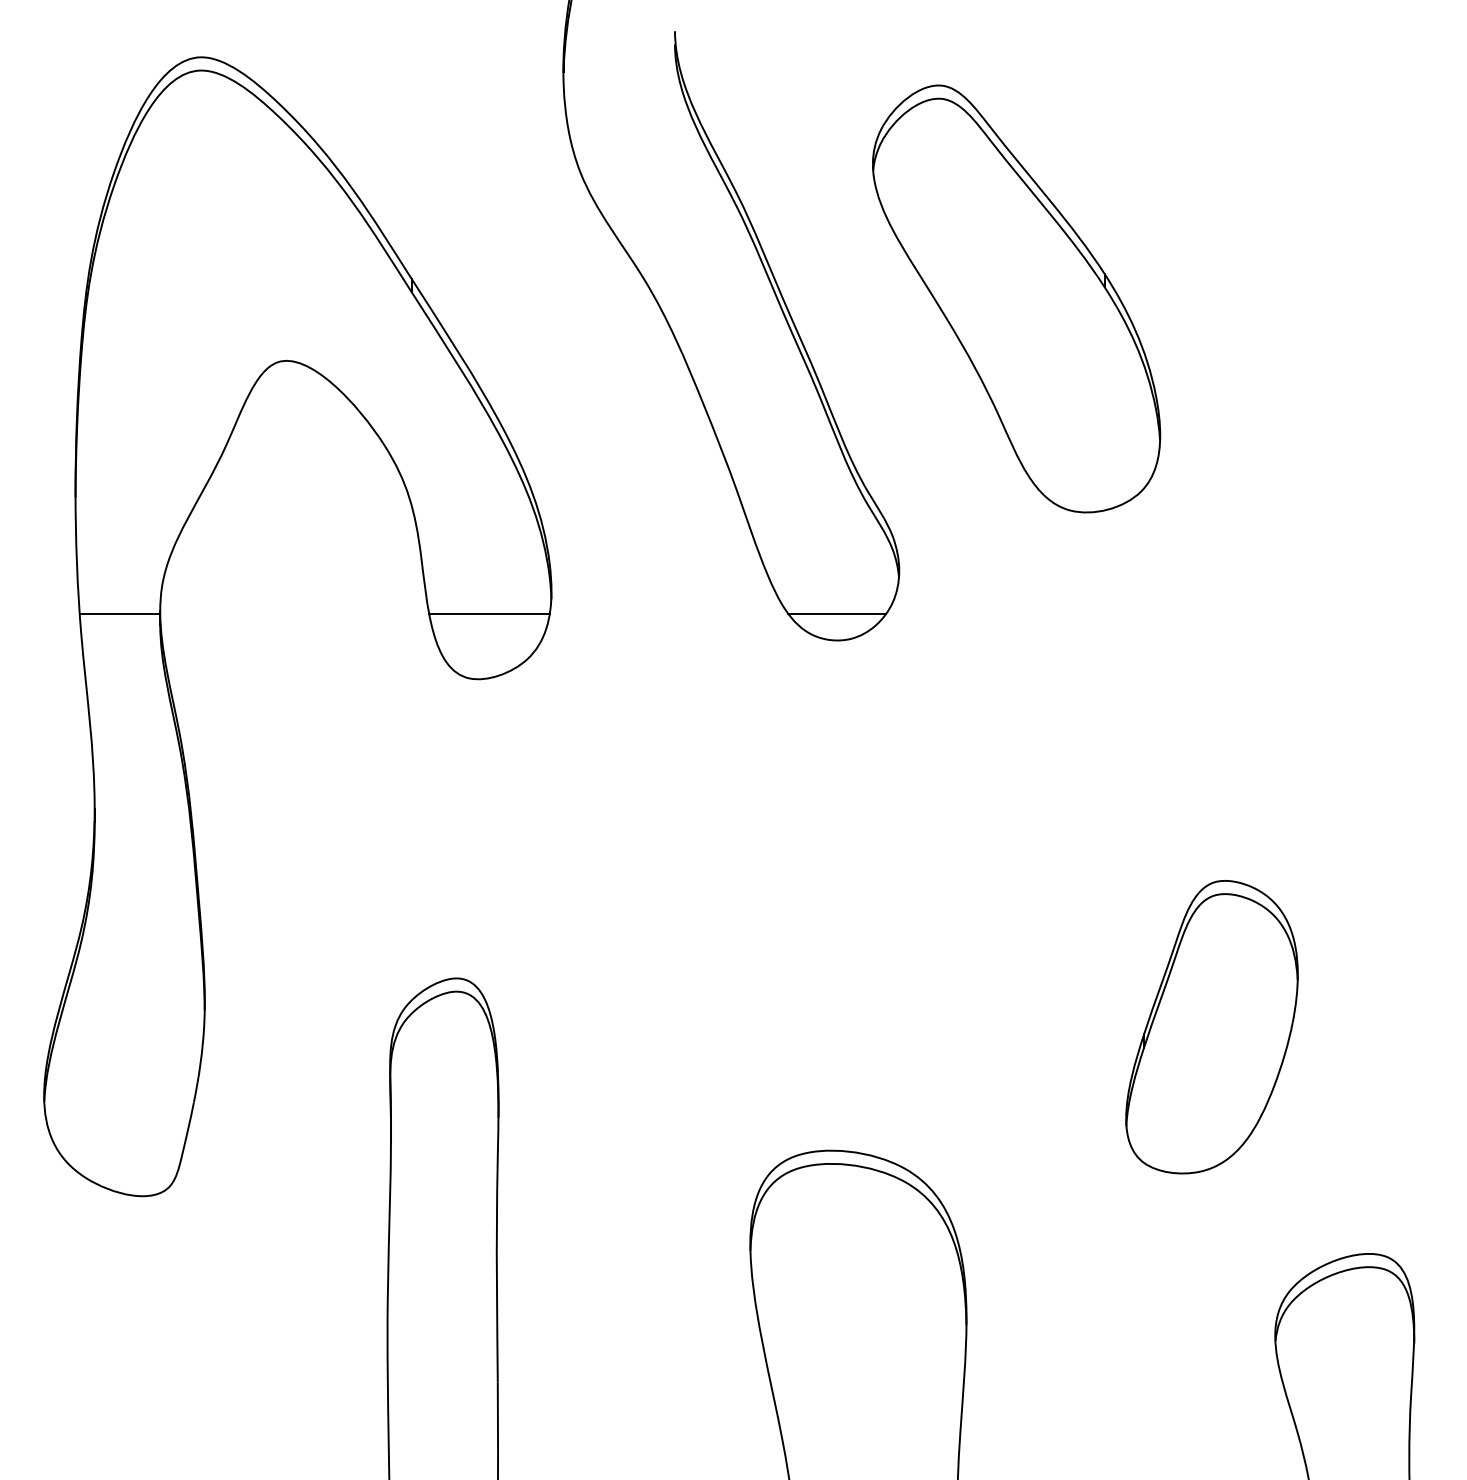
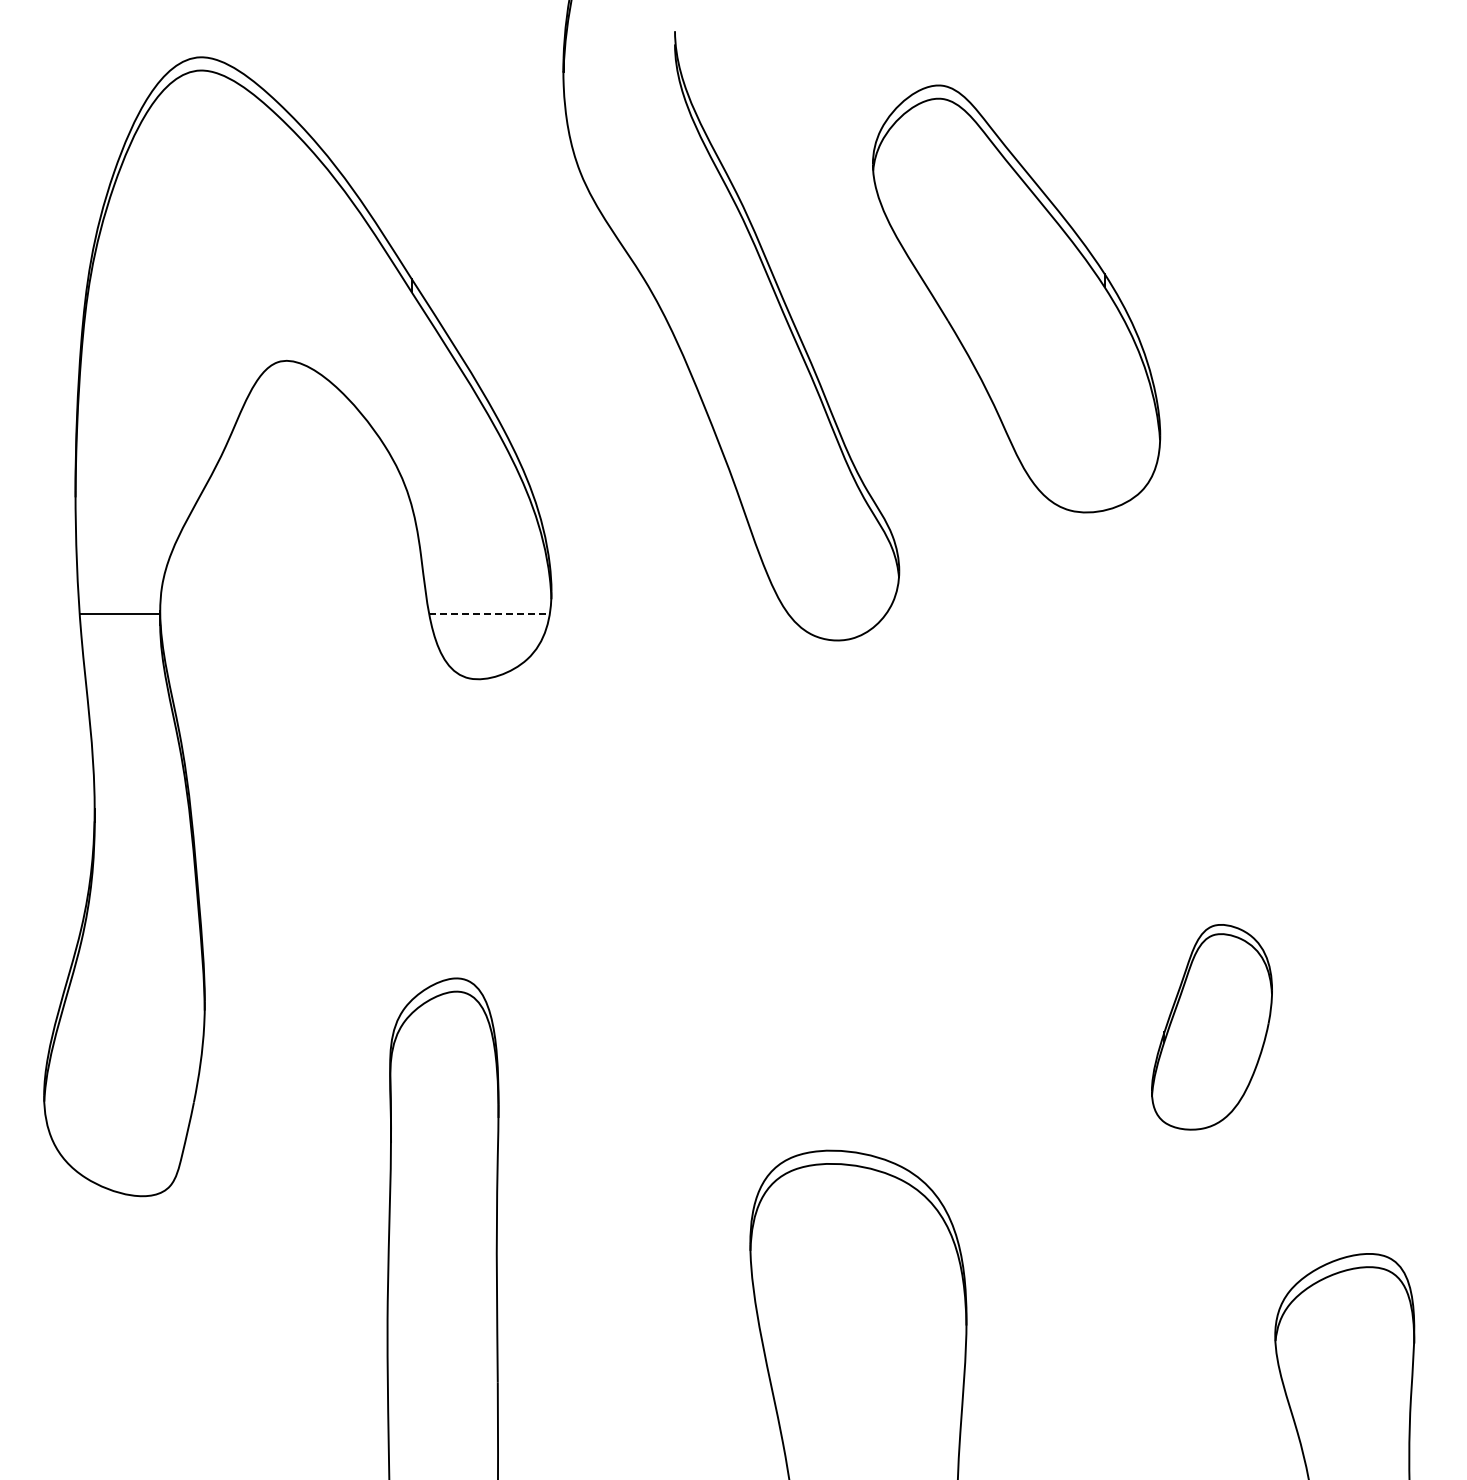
line at (489, 613): solid -> dashed
line at (837, 613): present -> none
part at (1211, 1027) size: 174x295 px -> 122x207 px
